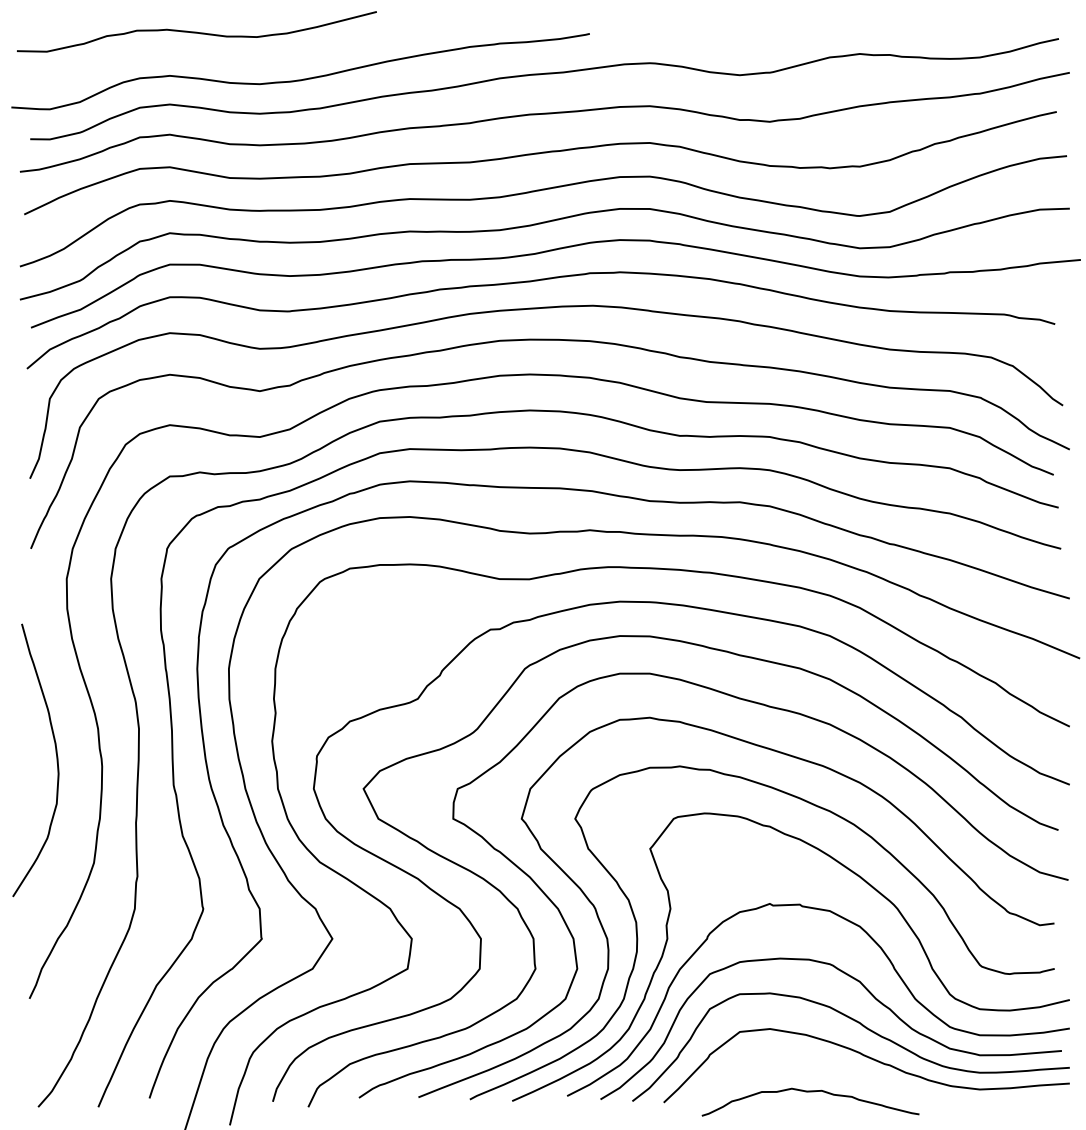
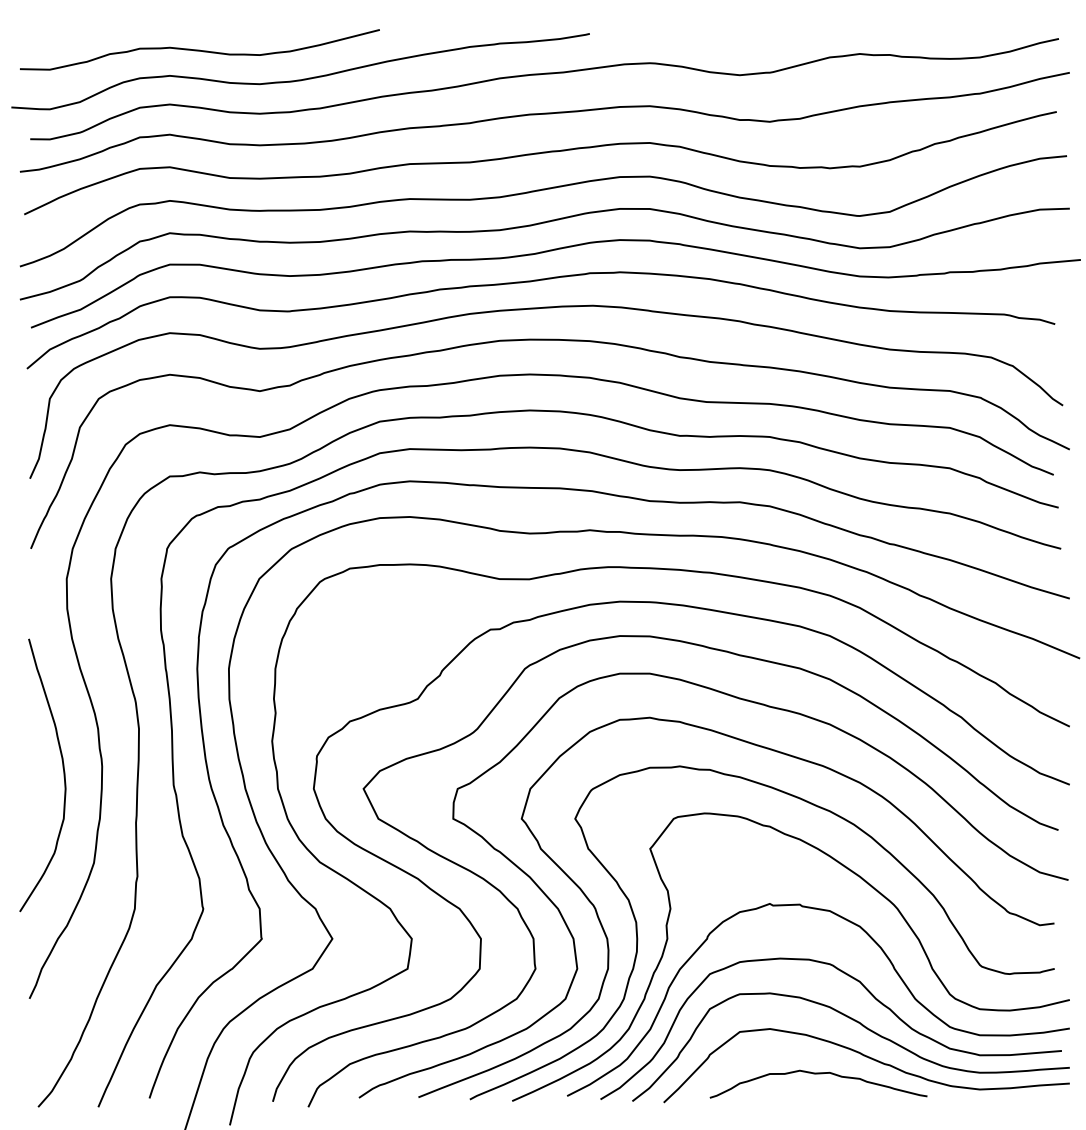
curve at (196, 31) position: (196, 31) -> (199, 49)
curve at (56, 760) position: (56, 760) -> (63, 775)
curve at (810, 1092) position: (810, 1092) -> (818, 1074)
